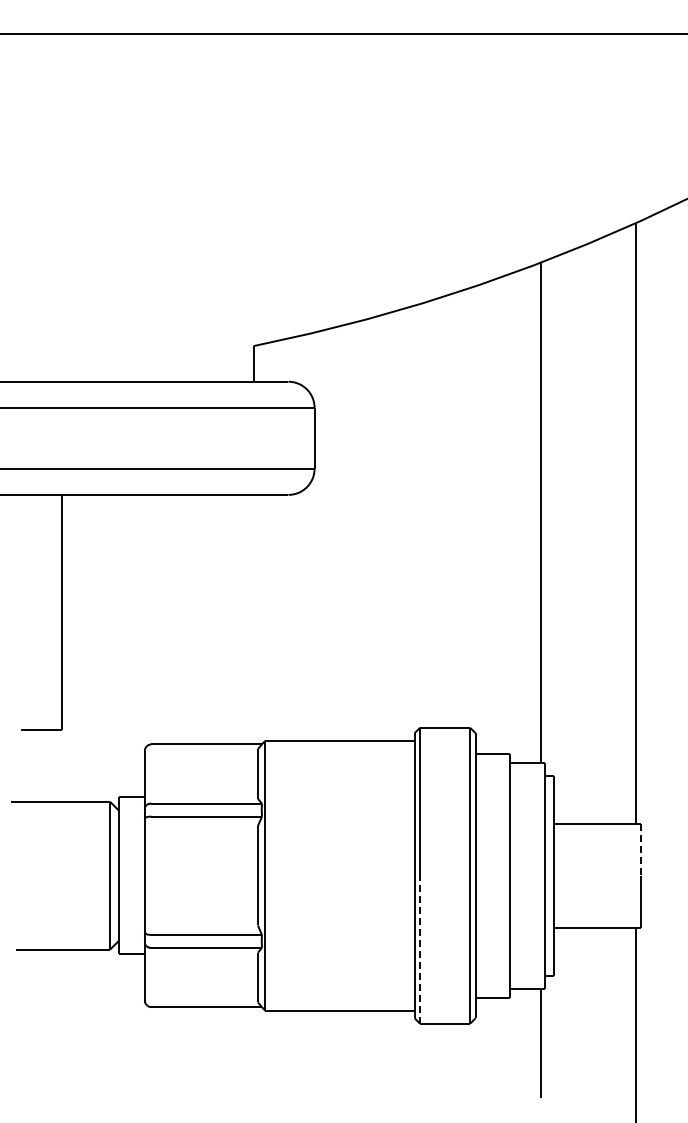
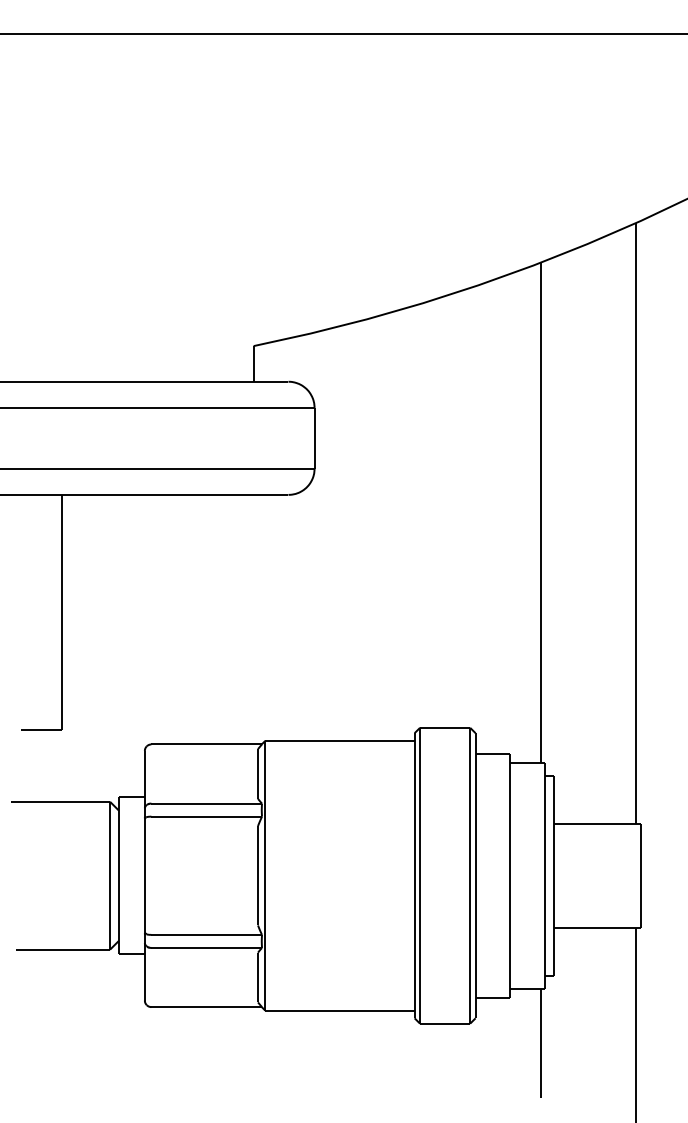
line at (640, 850): dashed -> solid
line at (420, 949): dashed -> solid
